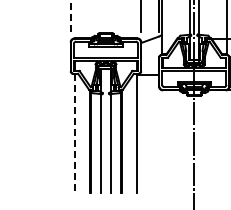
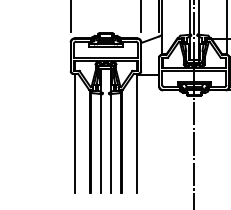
line at (71, 15): dashed -> solid
line at (74, 133): dashed -> solid
